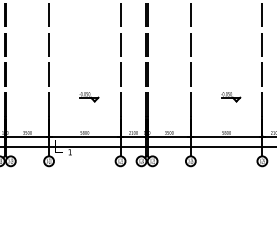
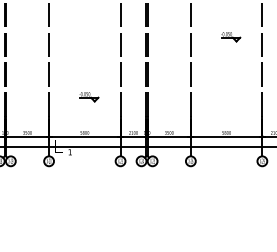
part at (231, 97) position: (231, 97) -> (231, 37)
